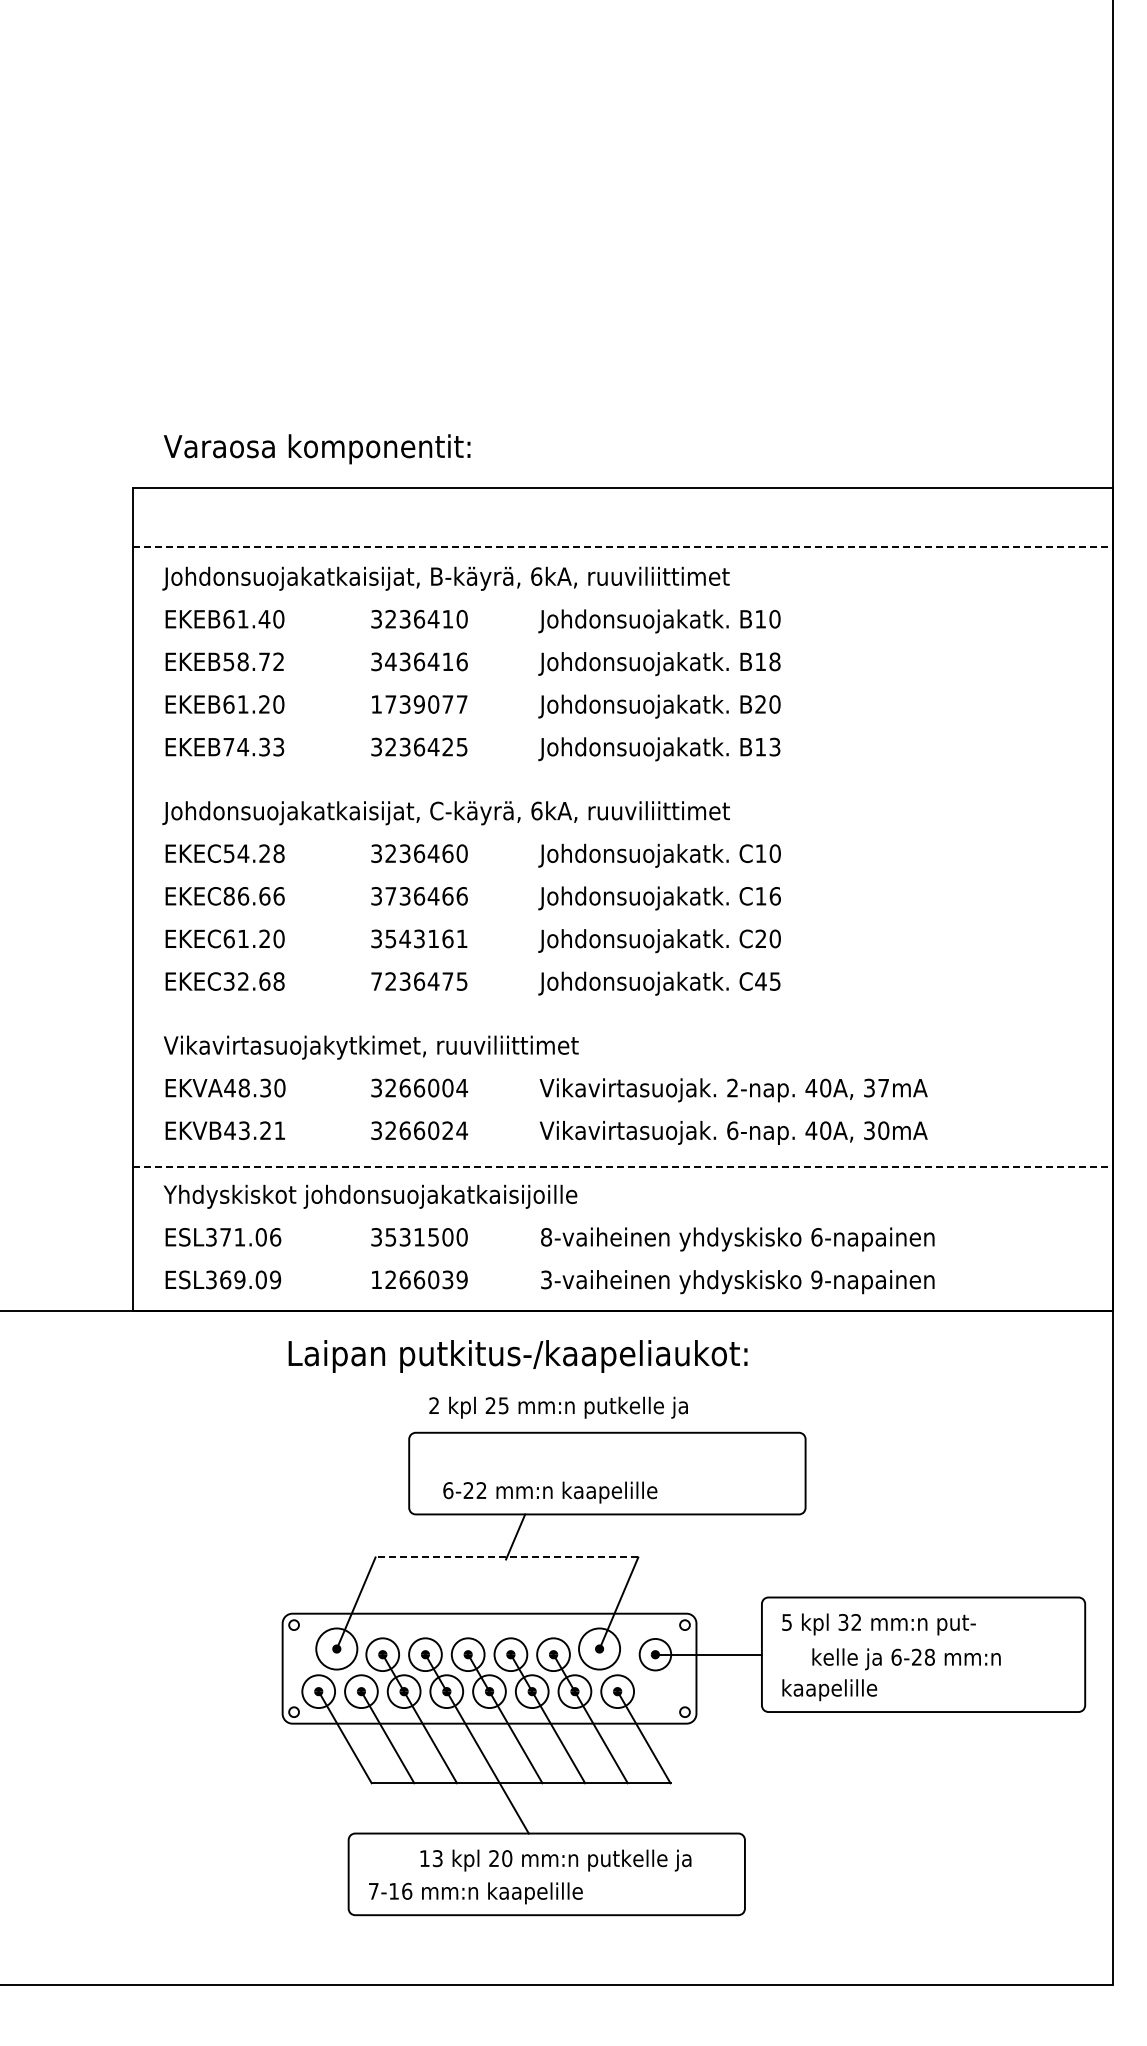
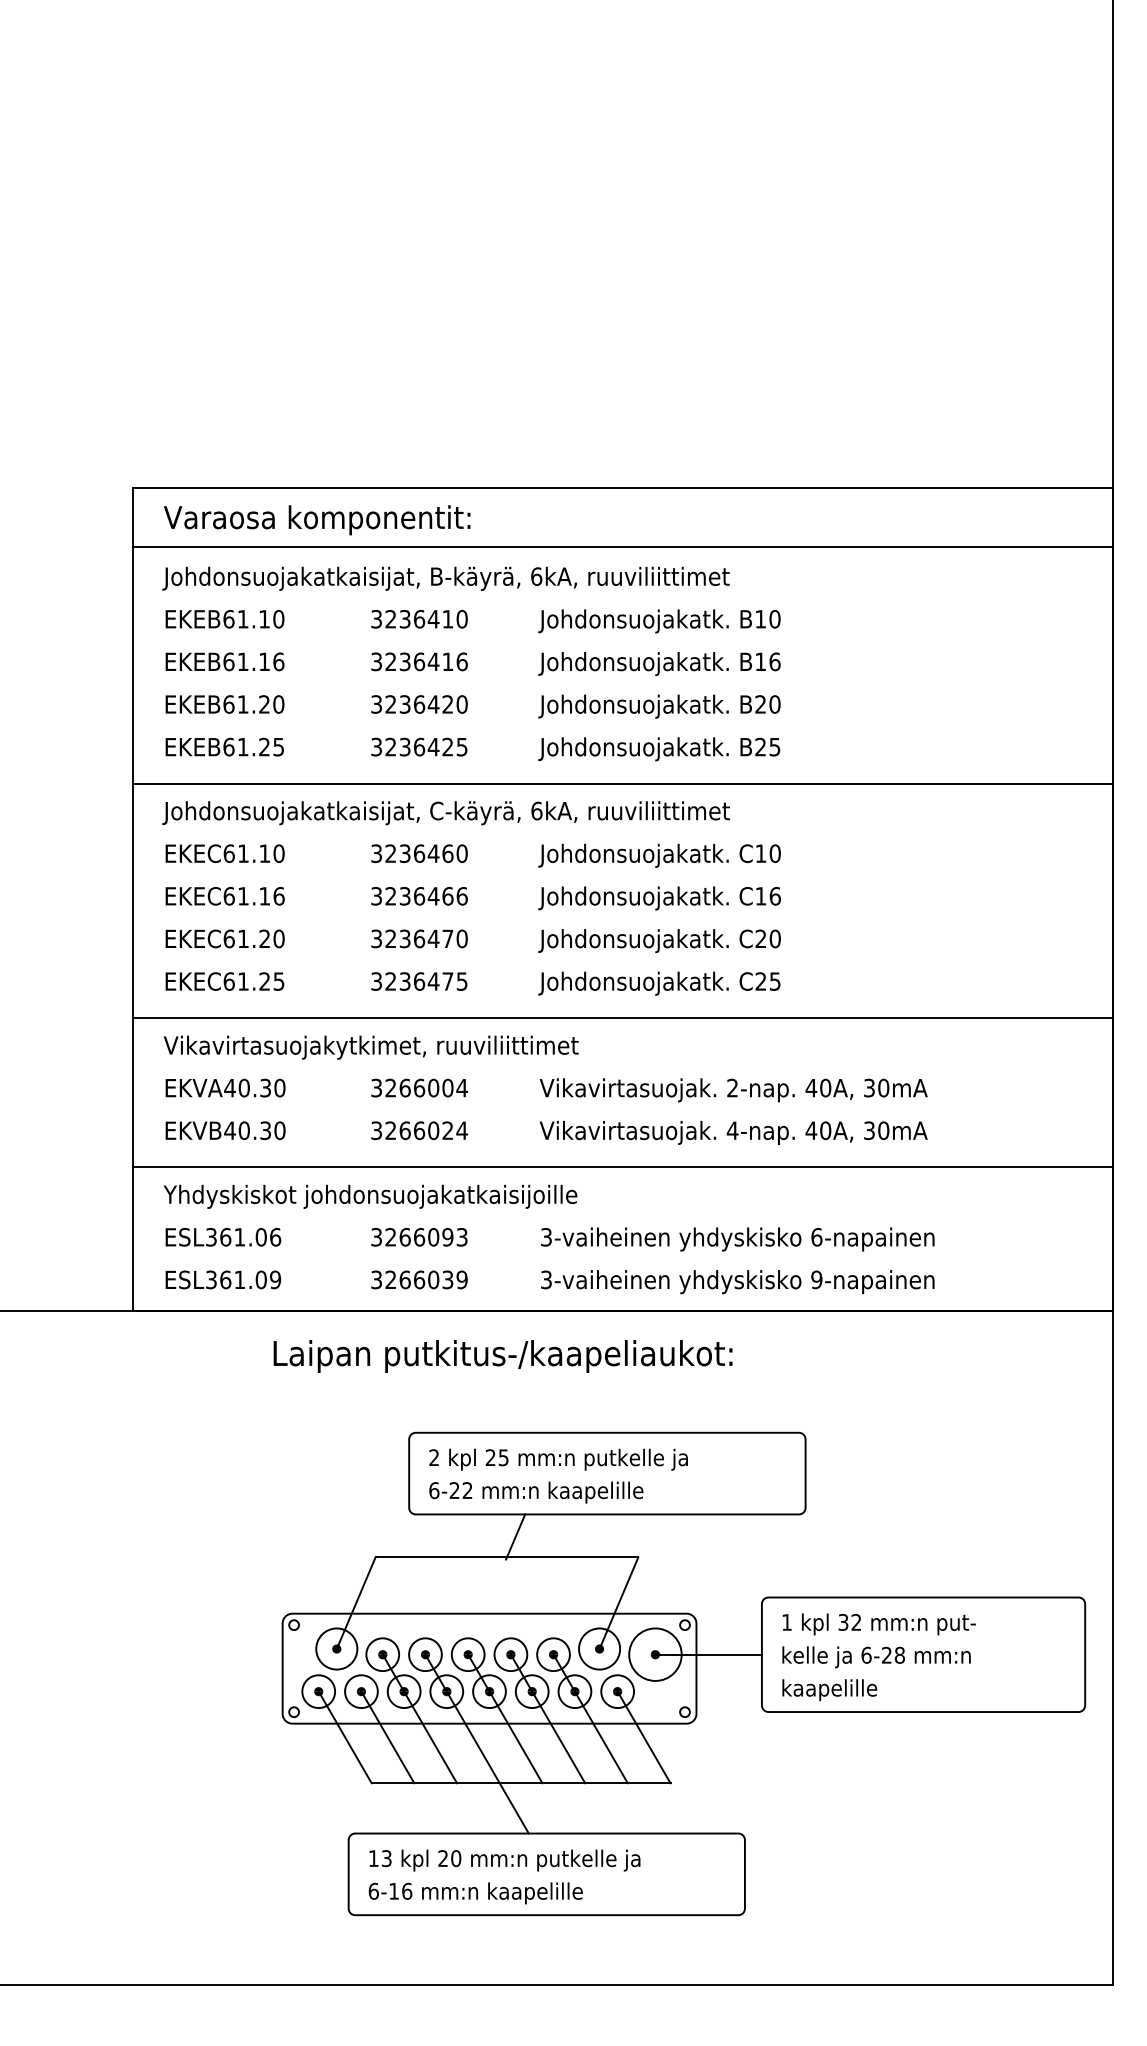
text at (316, 449) position: (316, 449) -> (316, 520)
line at (623, 546): dashed -> solid
text at (264, 619): EKEB61.40 -> EKEB61.10
text at (253, 661): EKEB58.72 -> EKEB61.16
text at (390, 661): 3436416 -> 3236416
text at (774, 661): B18 -> B16
text at (419, 704): 1739077 -> 3236420
text at (253, 746): EKEB74.33 -> EKEB61.25
text at (767, 746): B13 -> B25
line at (622, 783): none -> present
text at (253, 853): EKEC54.28 -> EKEC61.10
text at (246, 896): EKEC86.66 -> EKEC61.16
text at (390, 896): 3736466 -> 3236466
text at (426, 938): 3543161 -> 3236470
text at (253, 981): EKEC32.68 -> EKEC61.25
text at (376, 981): 7236475 -> 3236475
text at (760, 981): C45 -> C25
line at (622, 1018): none -> present
text at (883, 1087): 37mA -> 30mA
text at (243, 1088): EKVA48.30 -> EKVA40.30
text at (261, 1130): EKVB43.21 -> EKVB40.30
text at (732, 1130): 6-nap. -> 4-nap.
line at (623, 1167): dashed -> solid
text at (225, 1237): ESL371.06 -> ESL361.06
text at (426, 1237): 3531500 -> 3266093
text at (546, 1237): 8-vaiheinen -> 3-vaiheinen
text at (239, 1279): ESL369.09 -> ESL361.09
text at (376, 1279): 1266039 -> 3266039
text at (517, 1356) position: (517, 1356) -> (502, 1356)
text at (558, 1407) position: (558, 1407) -> (558, 1459)
text at (550, 1492) position: (550, 1492) -> (536, 1492)
line at (506, 1557): dashed -> solid
text at (786, 1622): 5 -> 1
circle at (655, 1654) diameter: 31 px -> 52 px
text at (906, 1659) position: (906, 1659) -> (876, 1657)
text at (555, 1860) position: (555, 1860) -> (504, 1860)
text at (373, 1890): 7-16 -> 6-16
